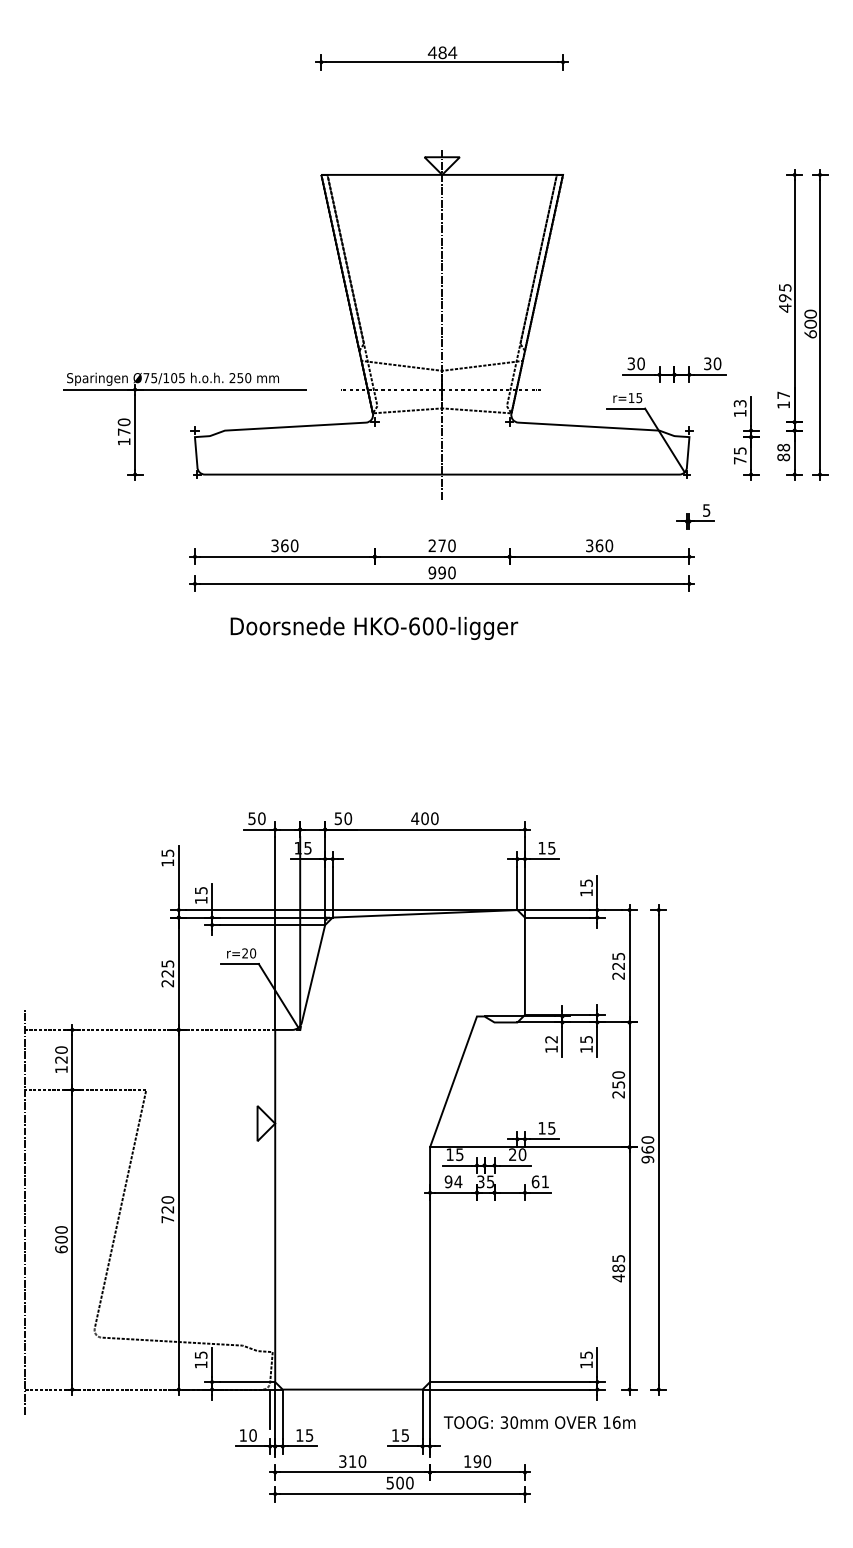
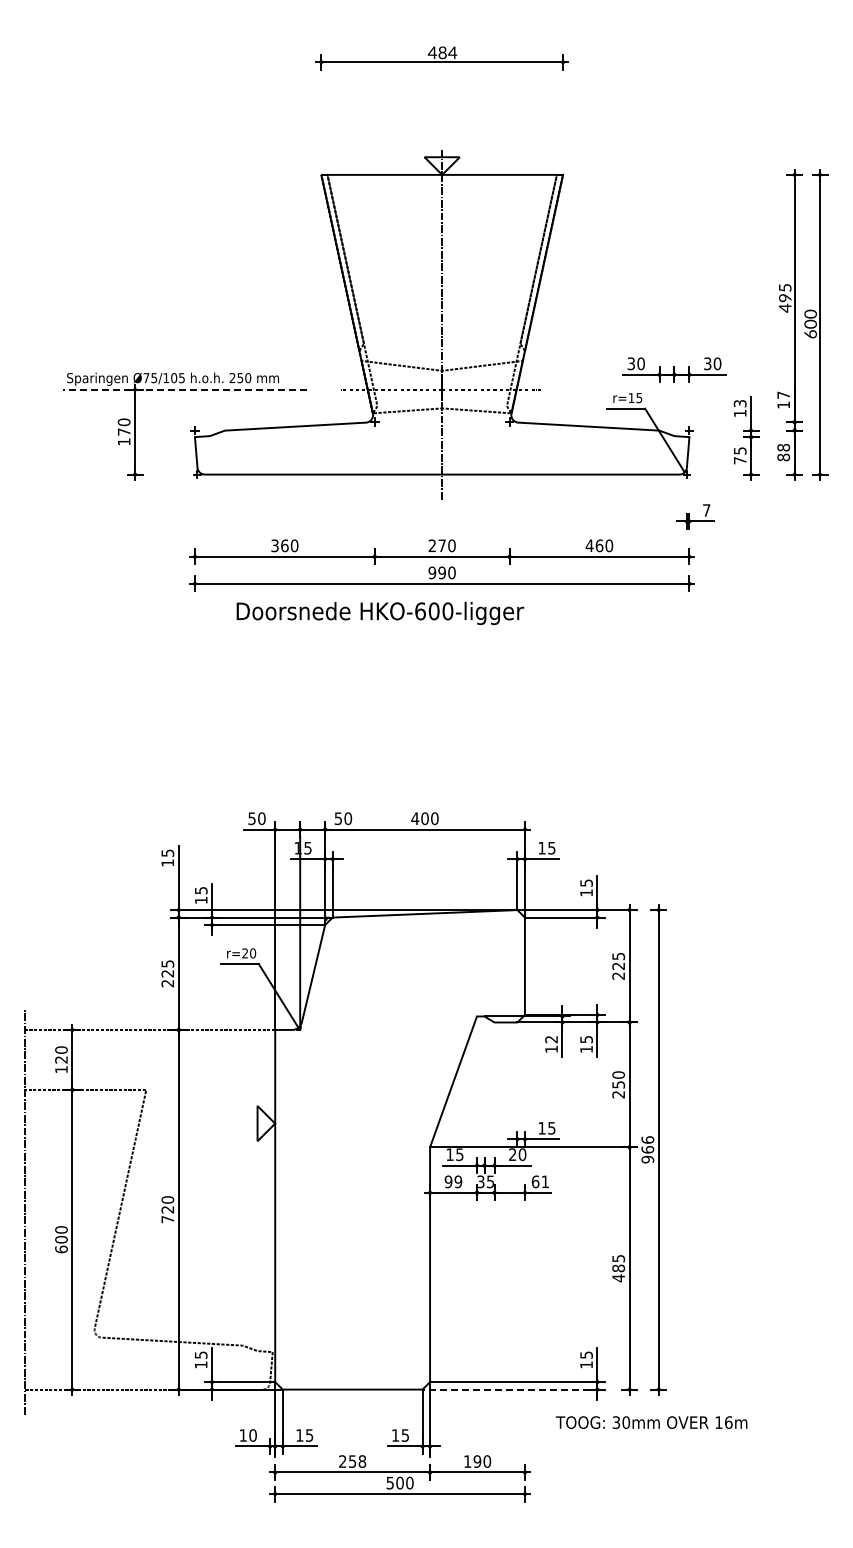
line at (185, 389): solid -> dashed
text at (706, 510): 5 -> 7
text at (589, 545): 360 -> 460
text at (374, 628) position: (374, 628) -> (380, 613)
text at (647, 1139): 960 -> 966
text at (458, 1181): 94 -> 99
line at (506, 1389): solid -> dashed
line at (270, 1408): present -> none
text at (539, 1422) position: (539, 1422) -> (651, 1422)
text at (352, 1461): 310 -> 258
